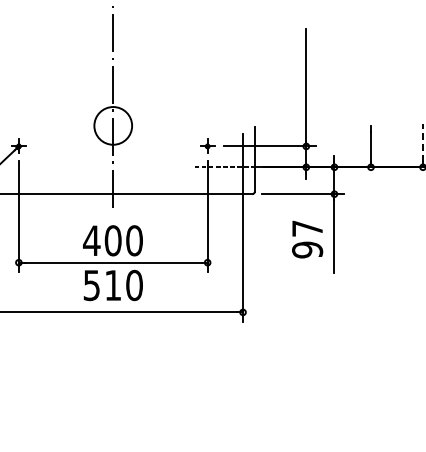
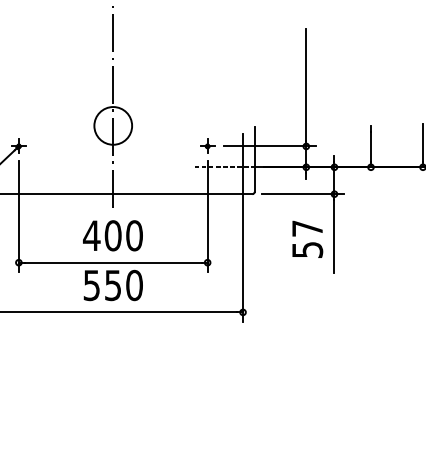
line at (422, 142): dashed -> solid
text at (112, 240) position: (112, 240) -> (112, 235)
text at (307, 249): 97 -> 57
text at (112, 285): 510 -> 550
